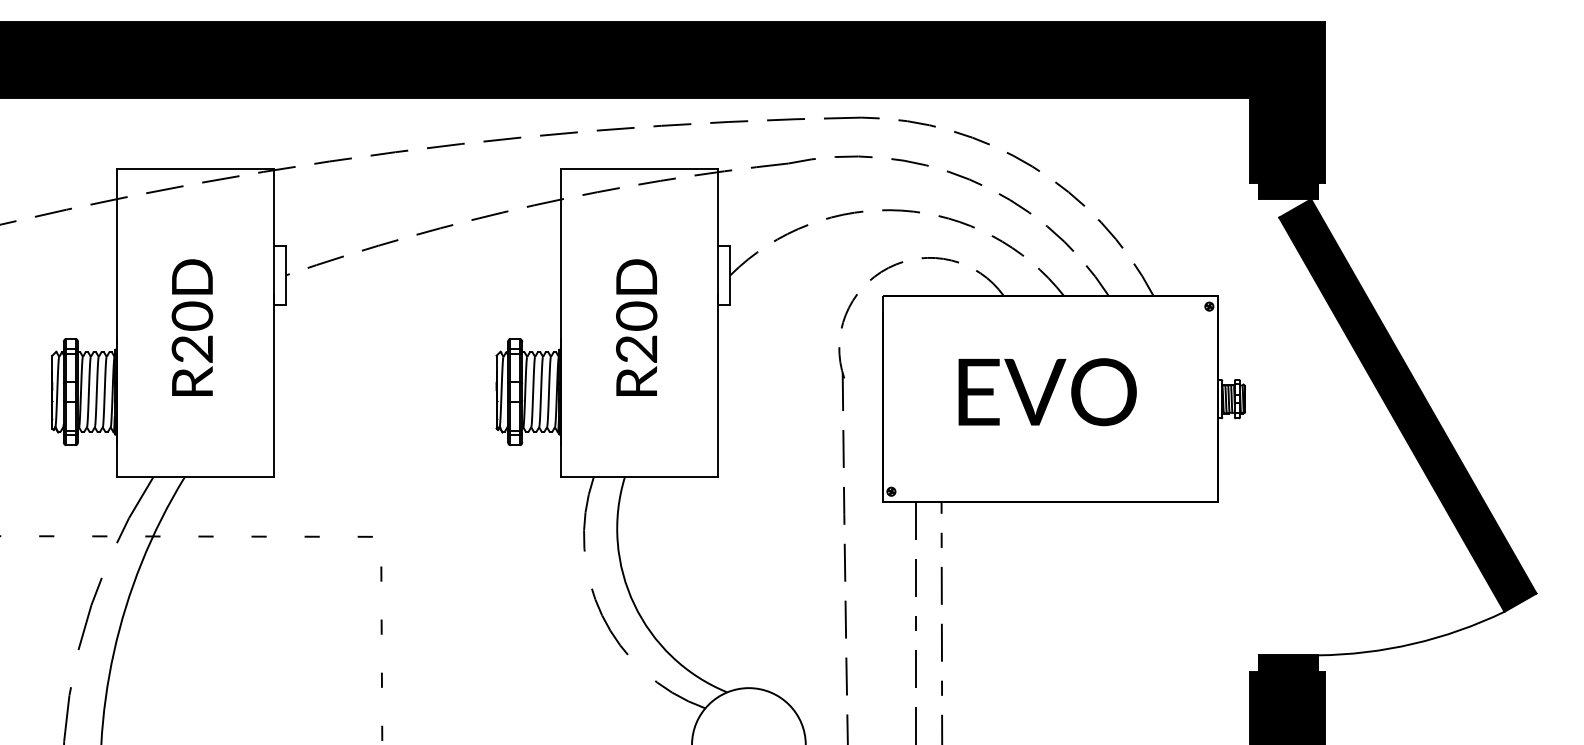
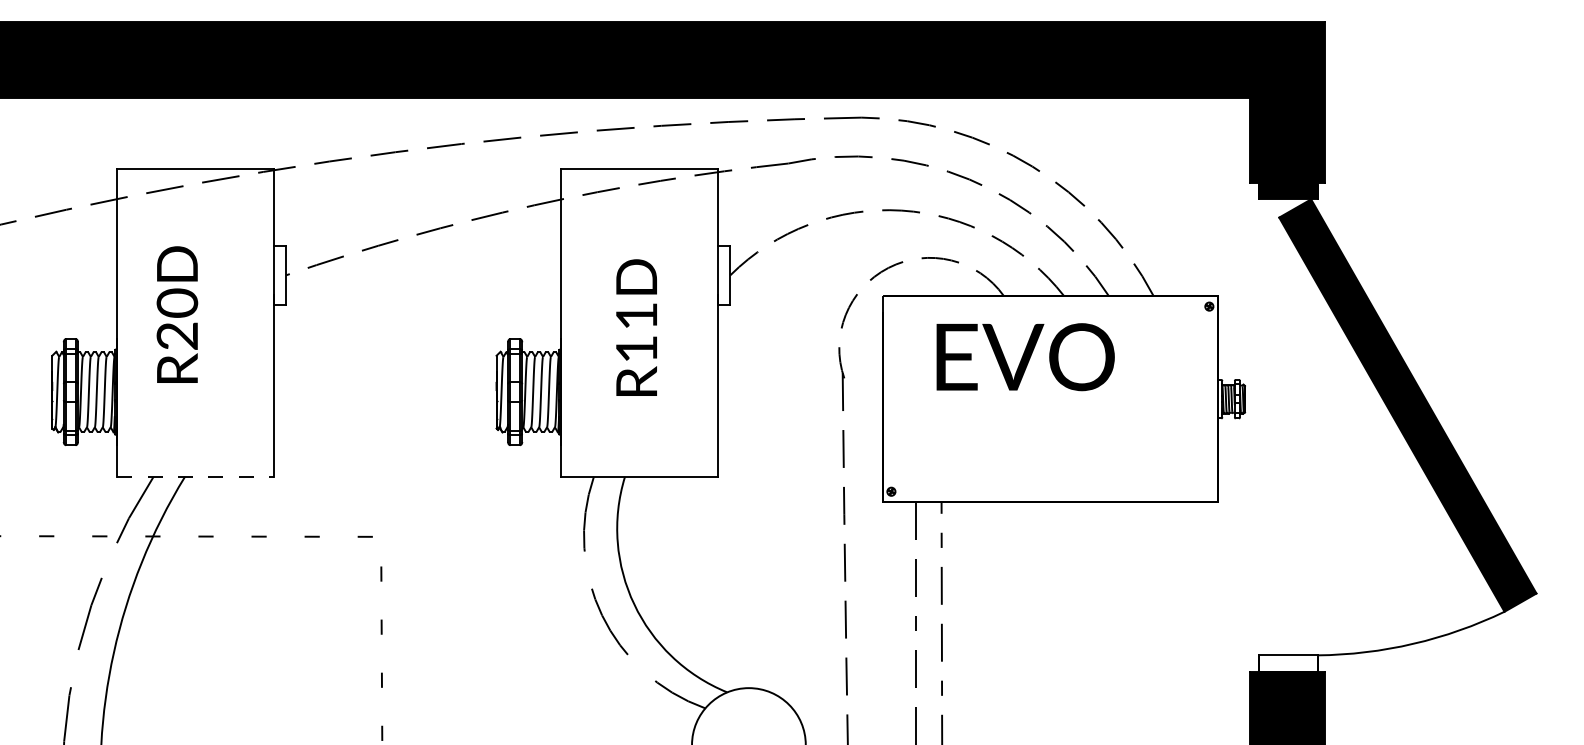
text at (192, 327) position: (192, 327) -> (177, 314)
text at (636, 331): R20D -> R11D
text at (1047, 392) position: (1047, 392) -> (1025, 357)
line at (195, 476): solid -> dashed
fill at (1287, 663): present -> none
